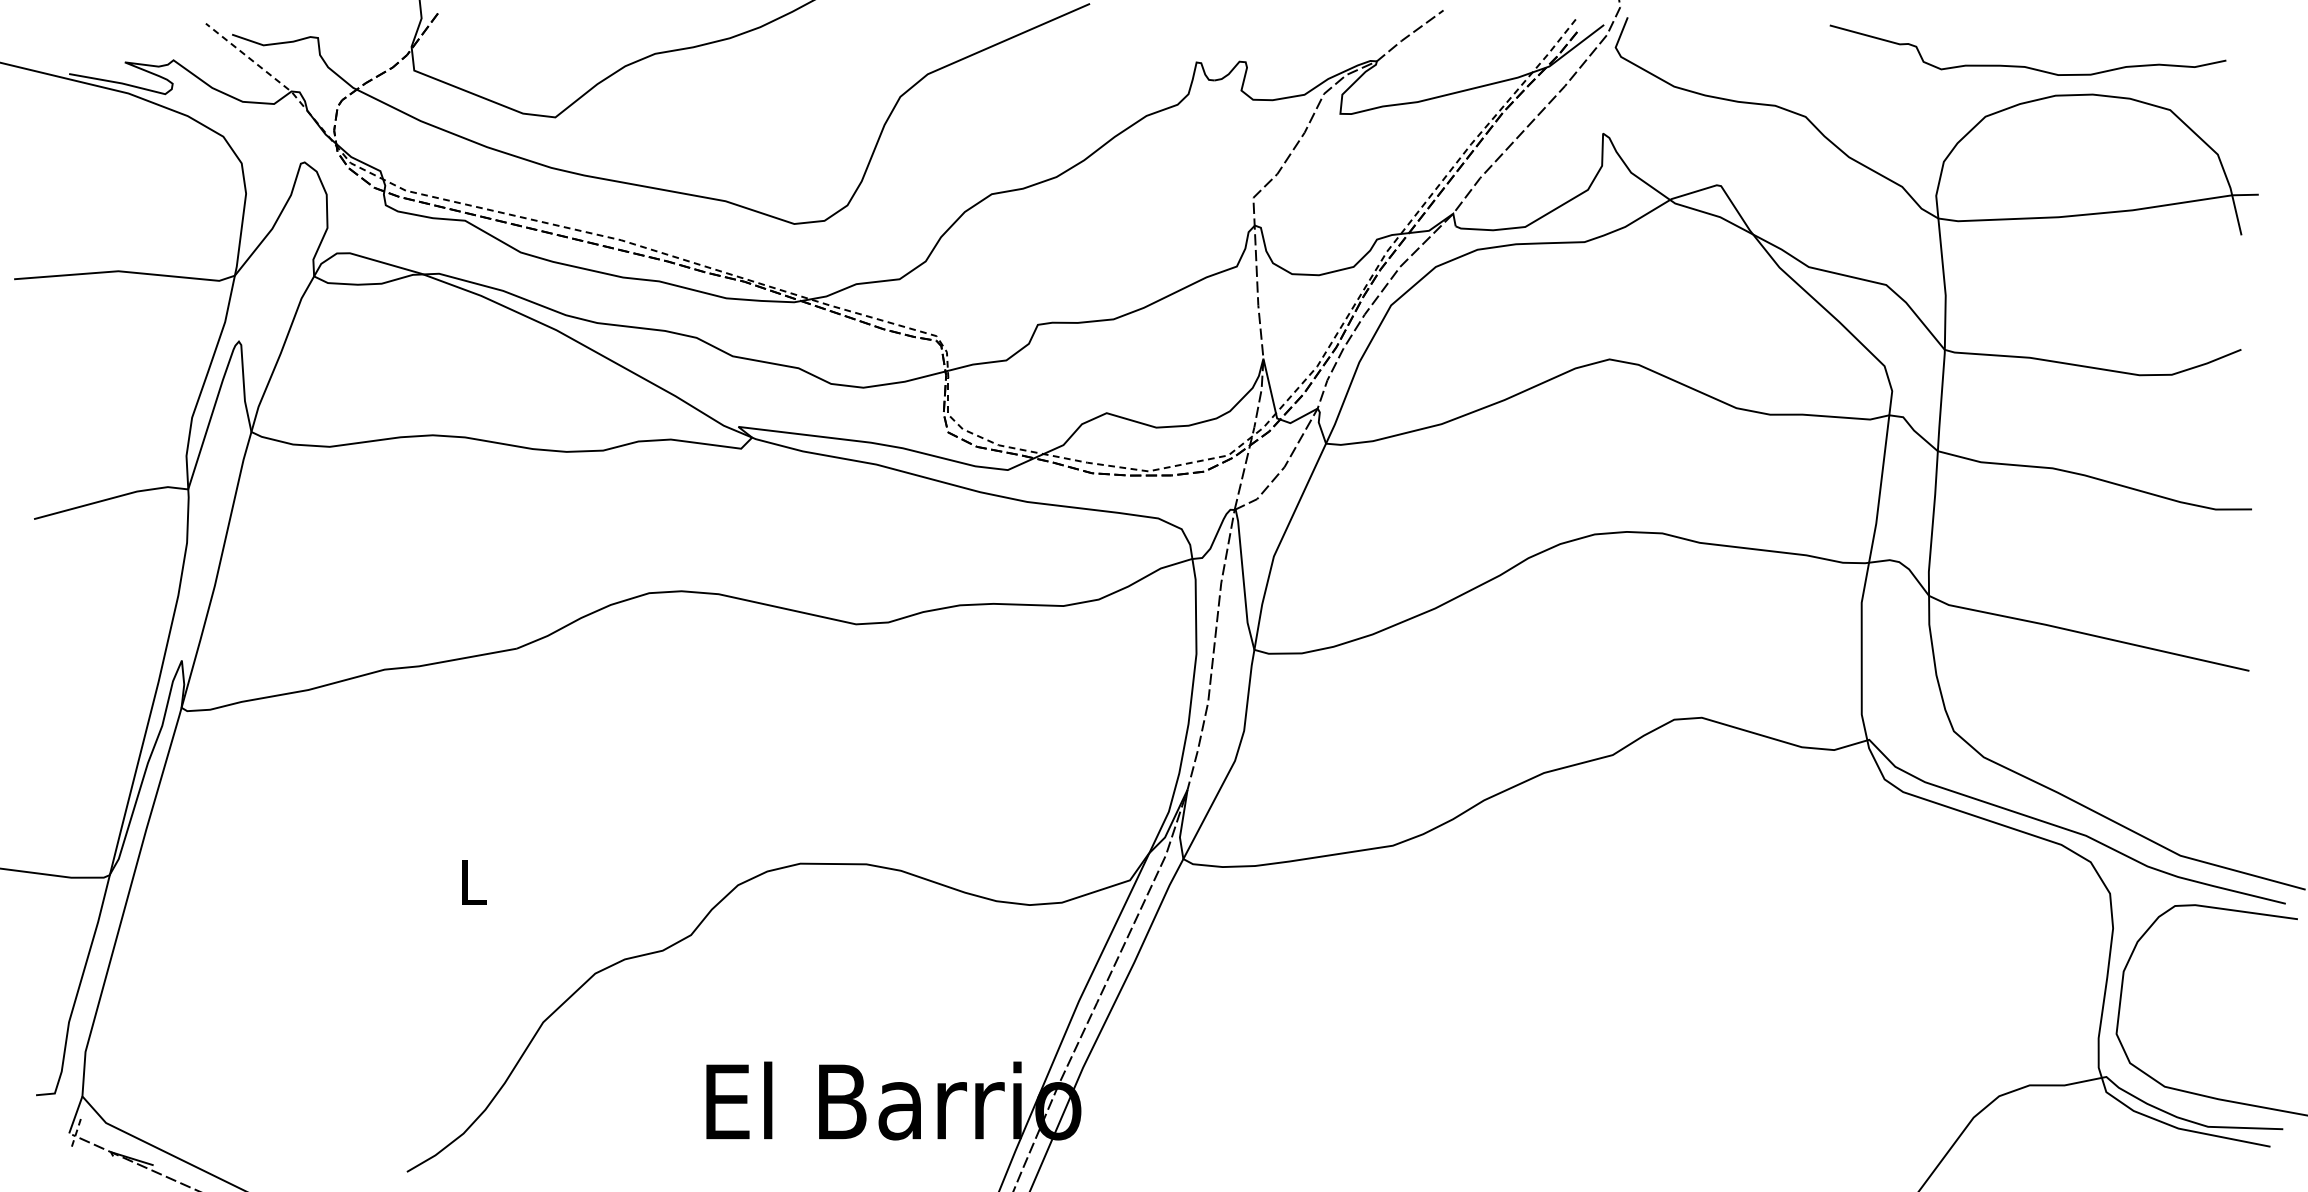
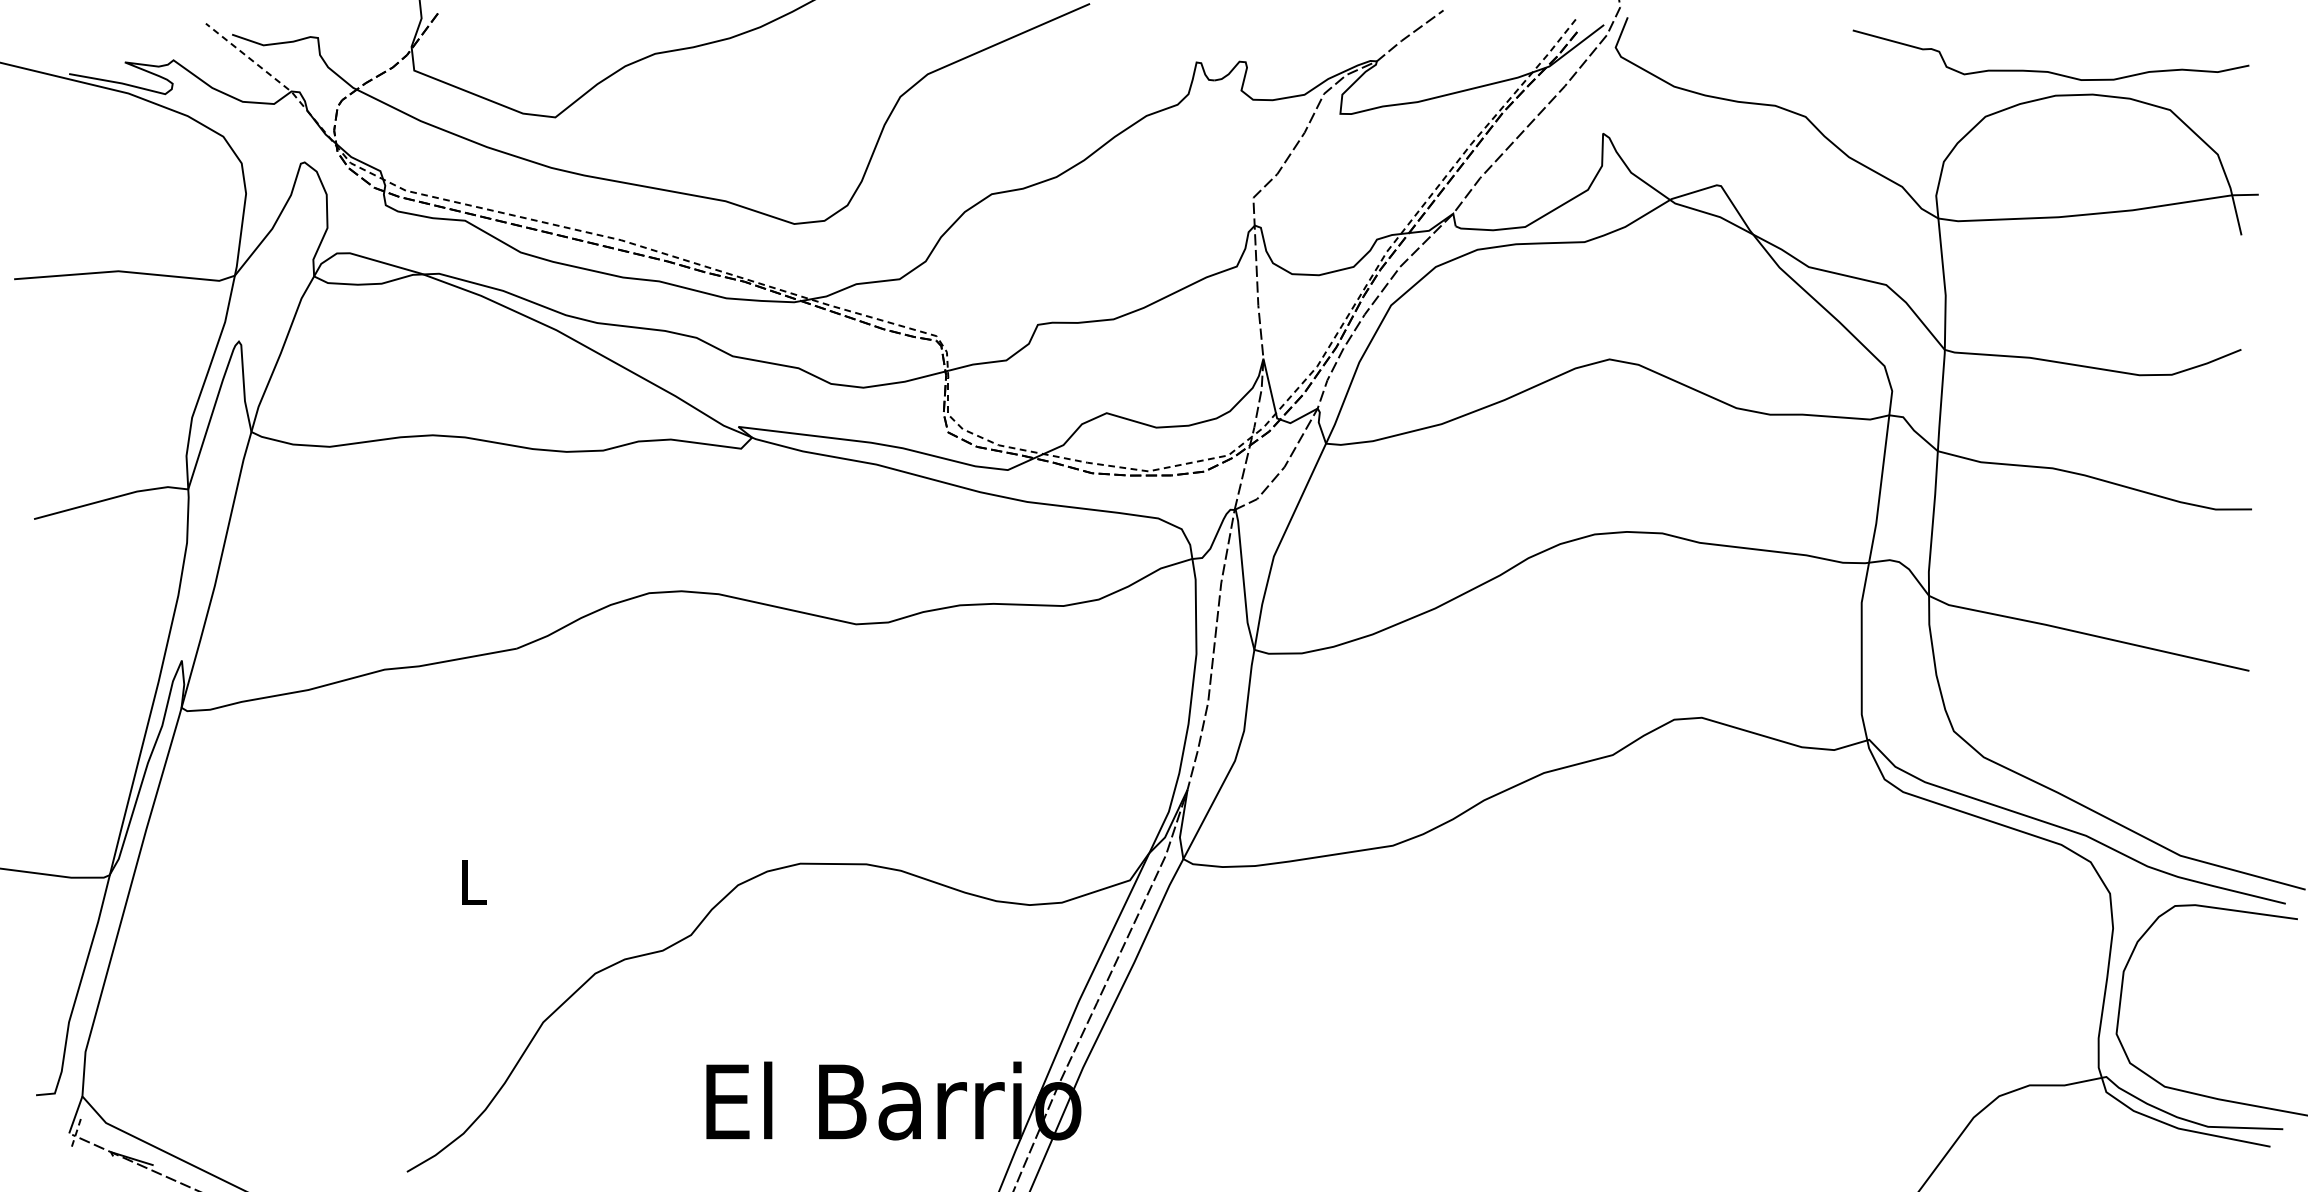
curve at (2022, 65) position: (2022, 65) -> (2045, 70)
